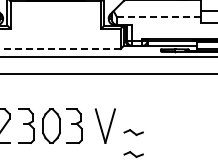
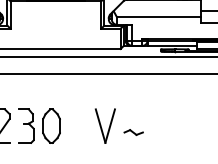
line at (159, 17): dashed -> solid
line at (59, 48): dashed -> solid
part at (74, 125): present -> none
part at (133, 154): present -> none
